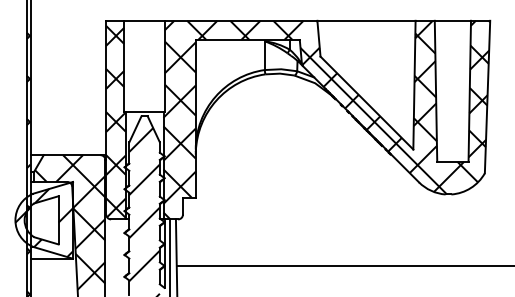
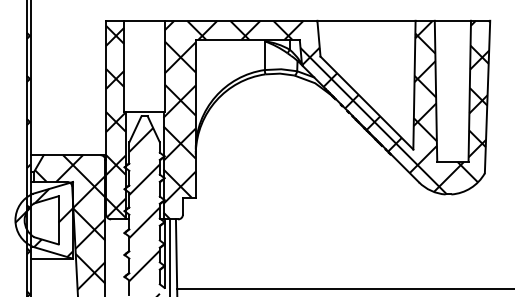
line at (343, 266) position: (343, 266) -> (343, 289)
